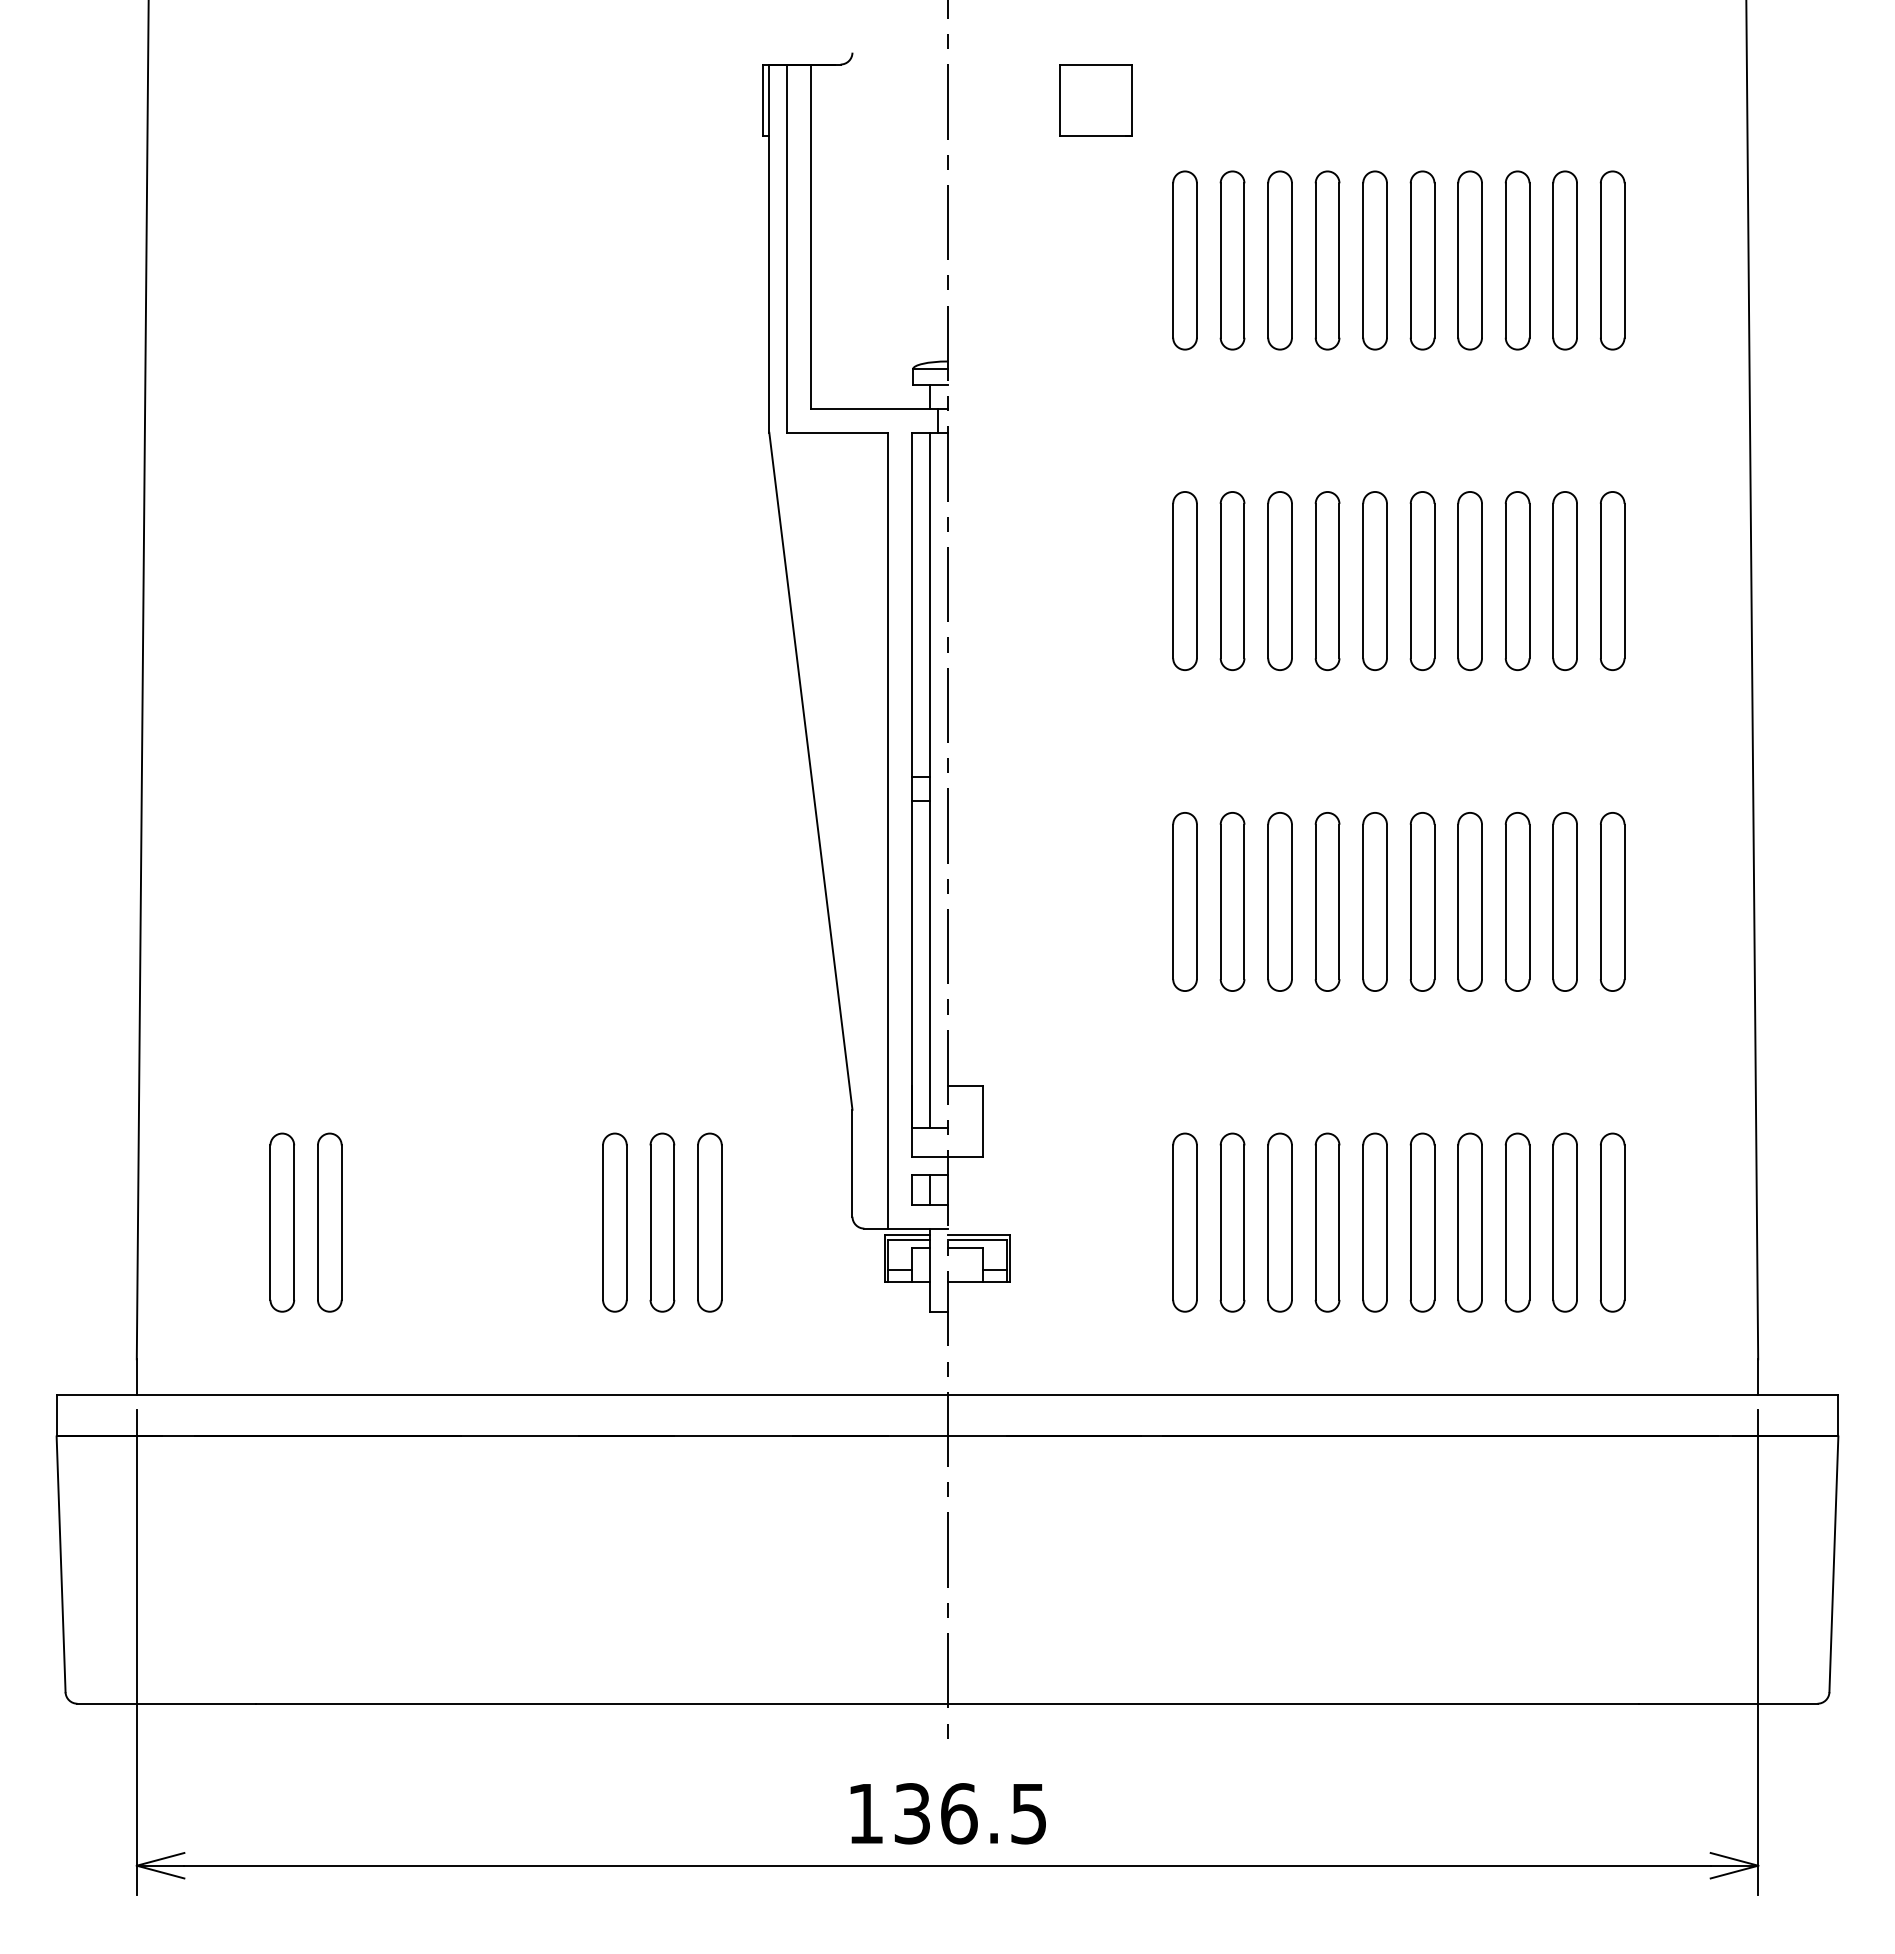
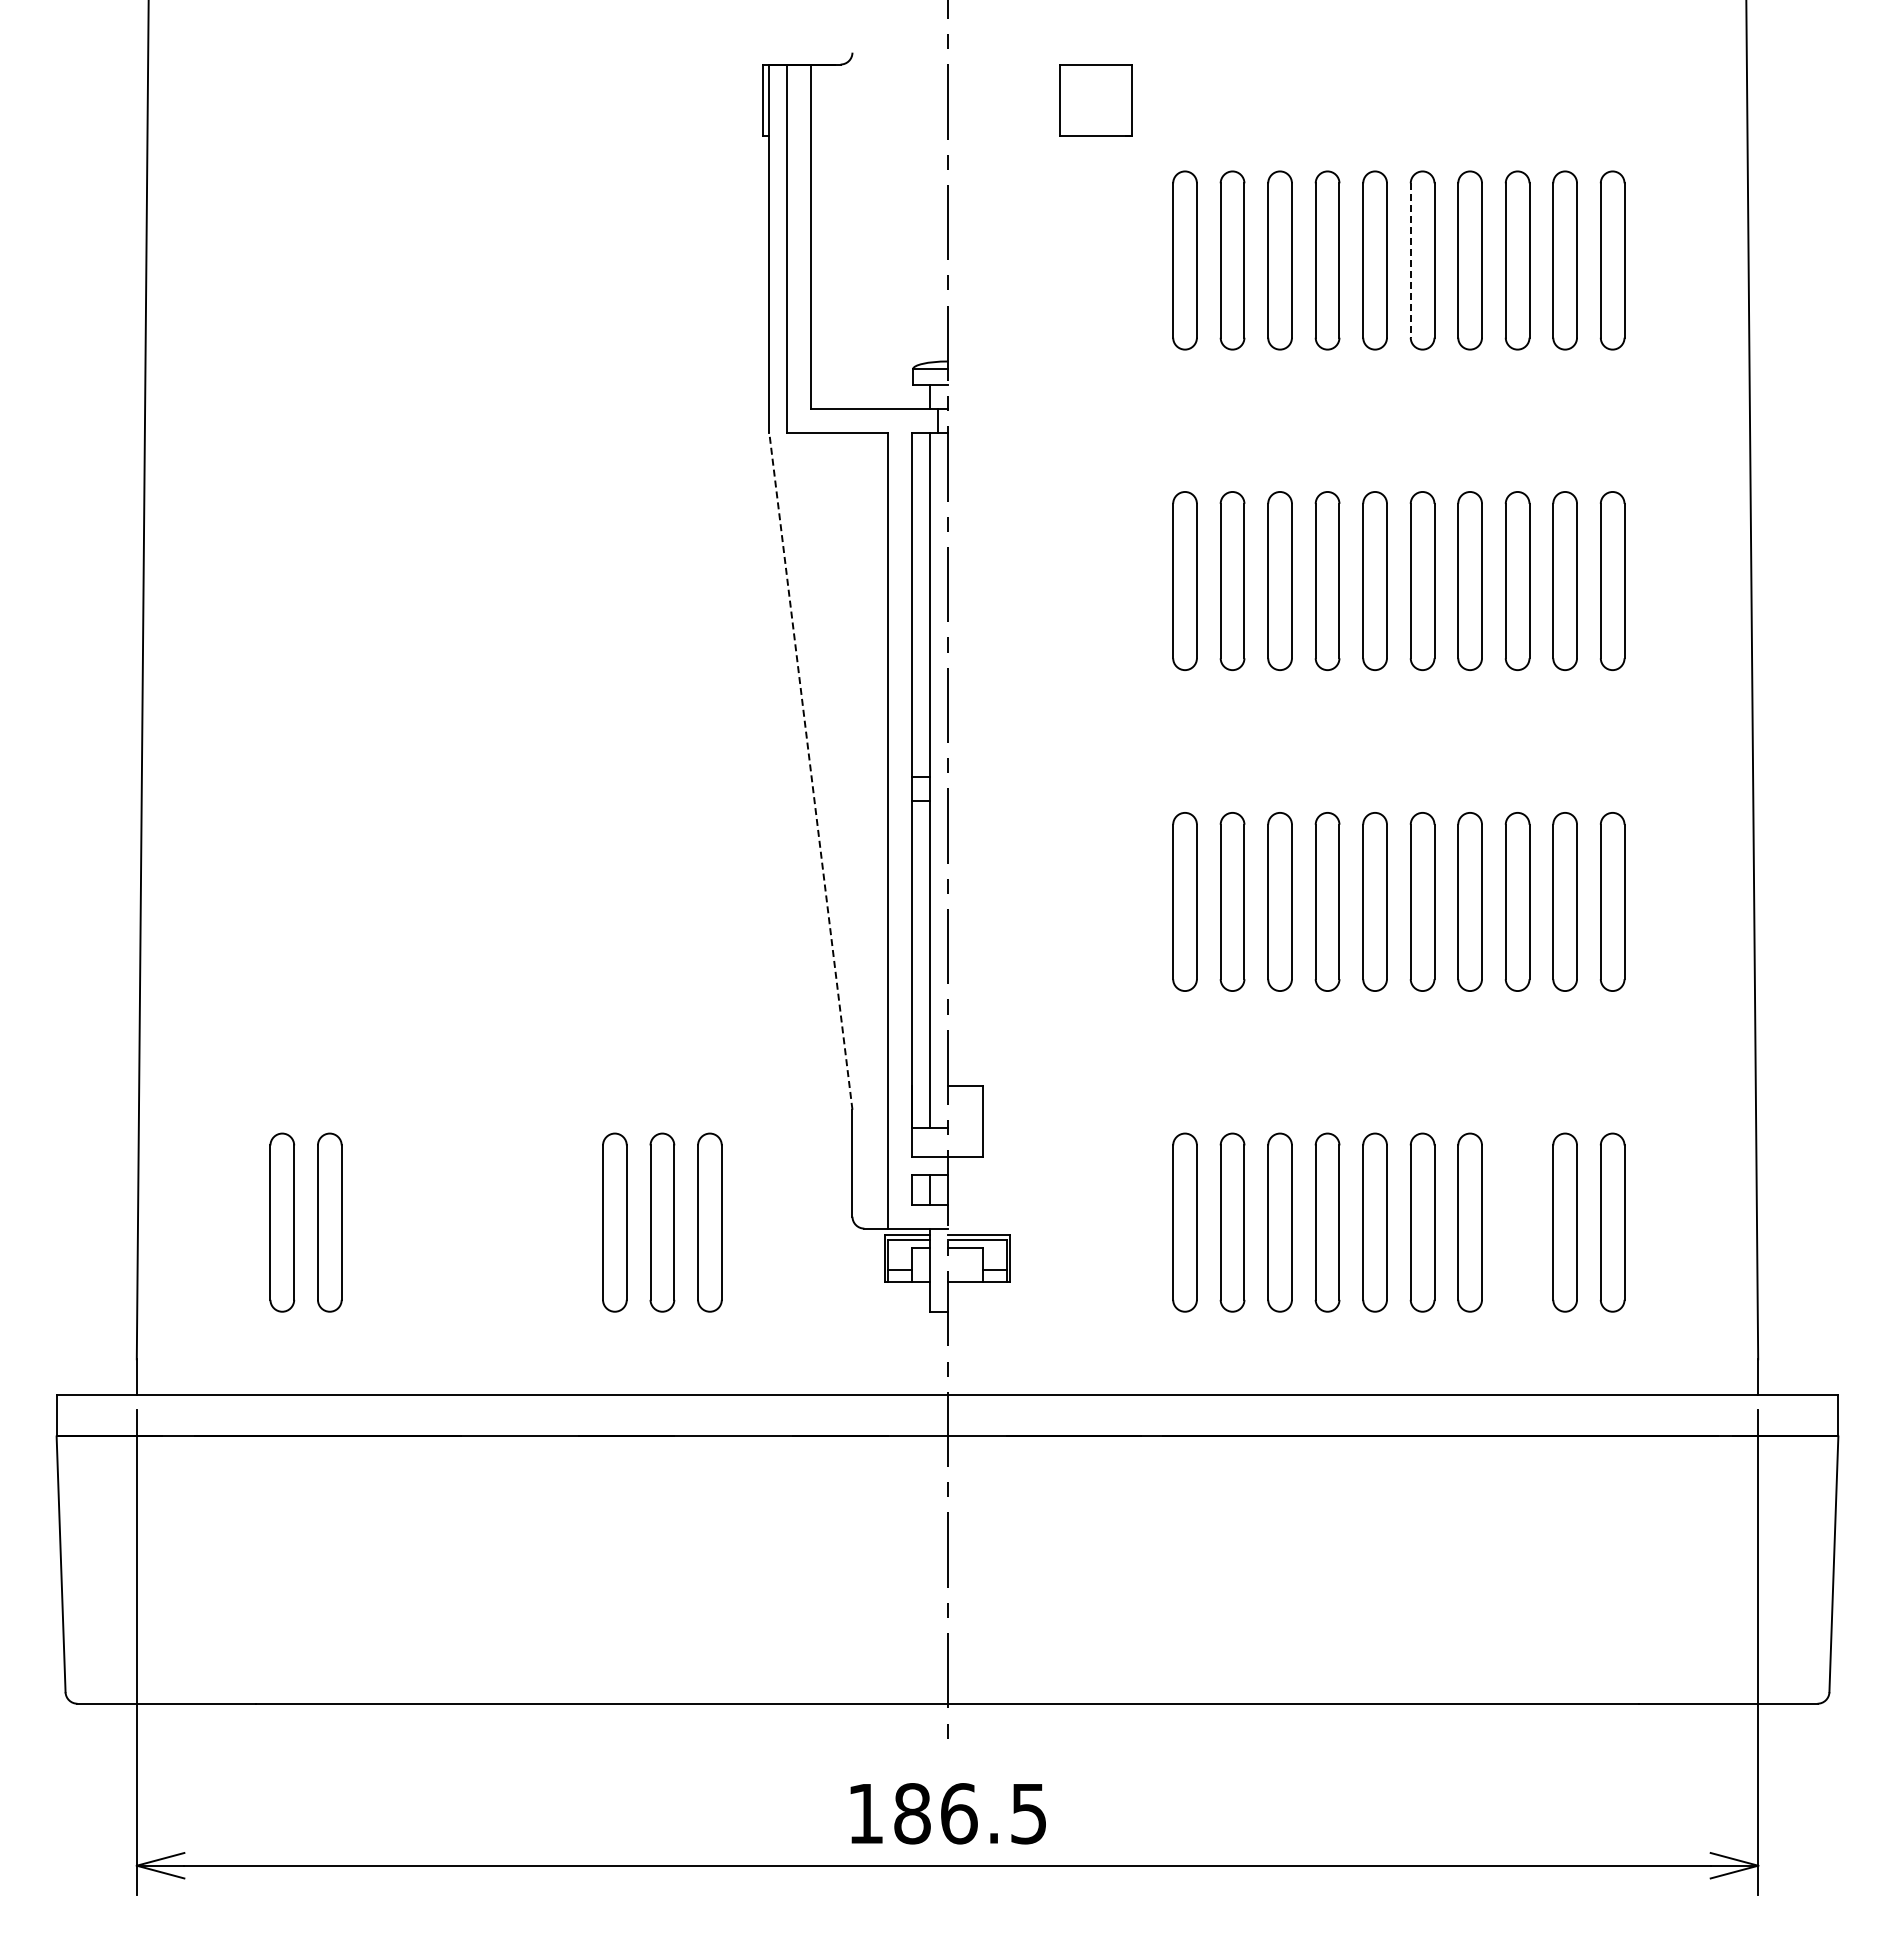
line at (1410, 261): solid -> dashed
line at (810, 770): solid -> dashed
part at (1517, 1222): present -> none
text at (912, 1813): 136.5 -> 186.5
